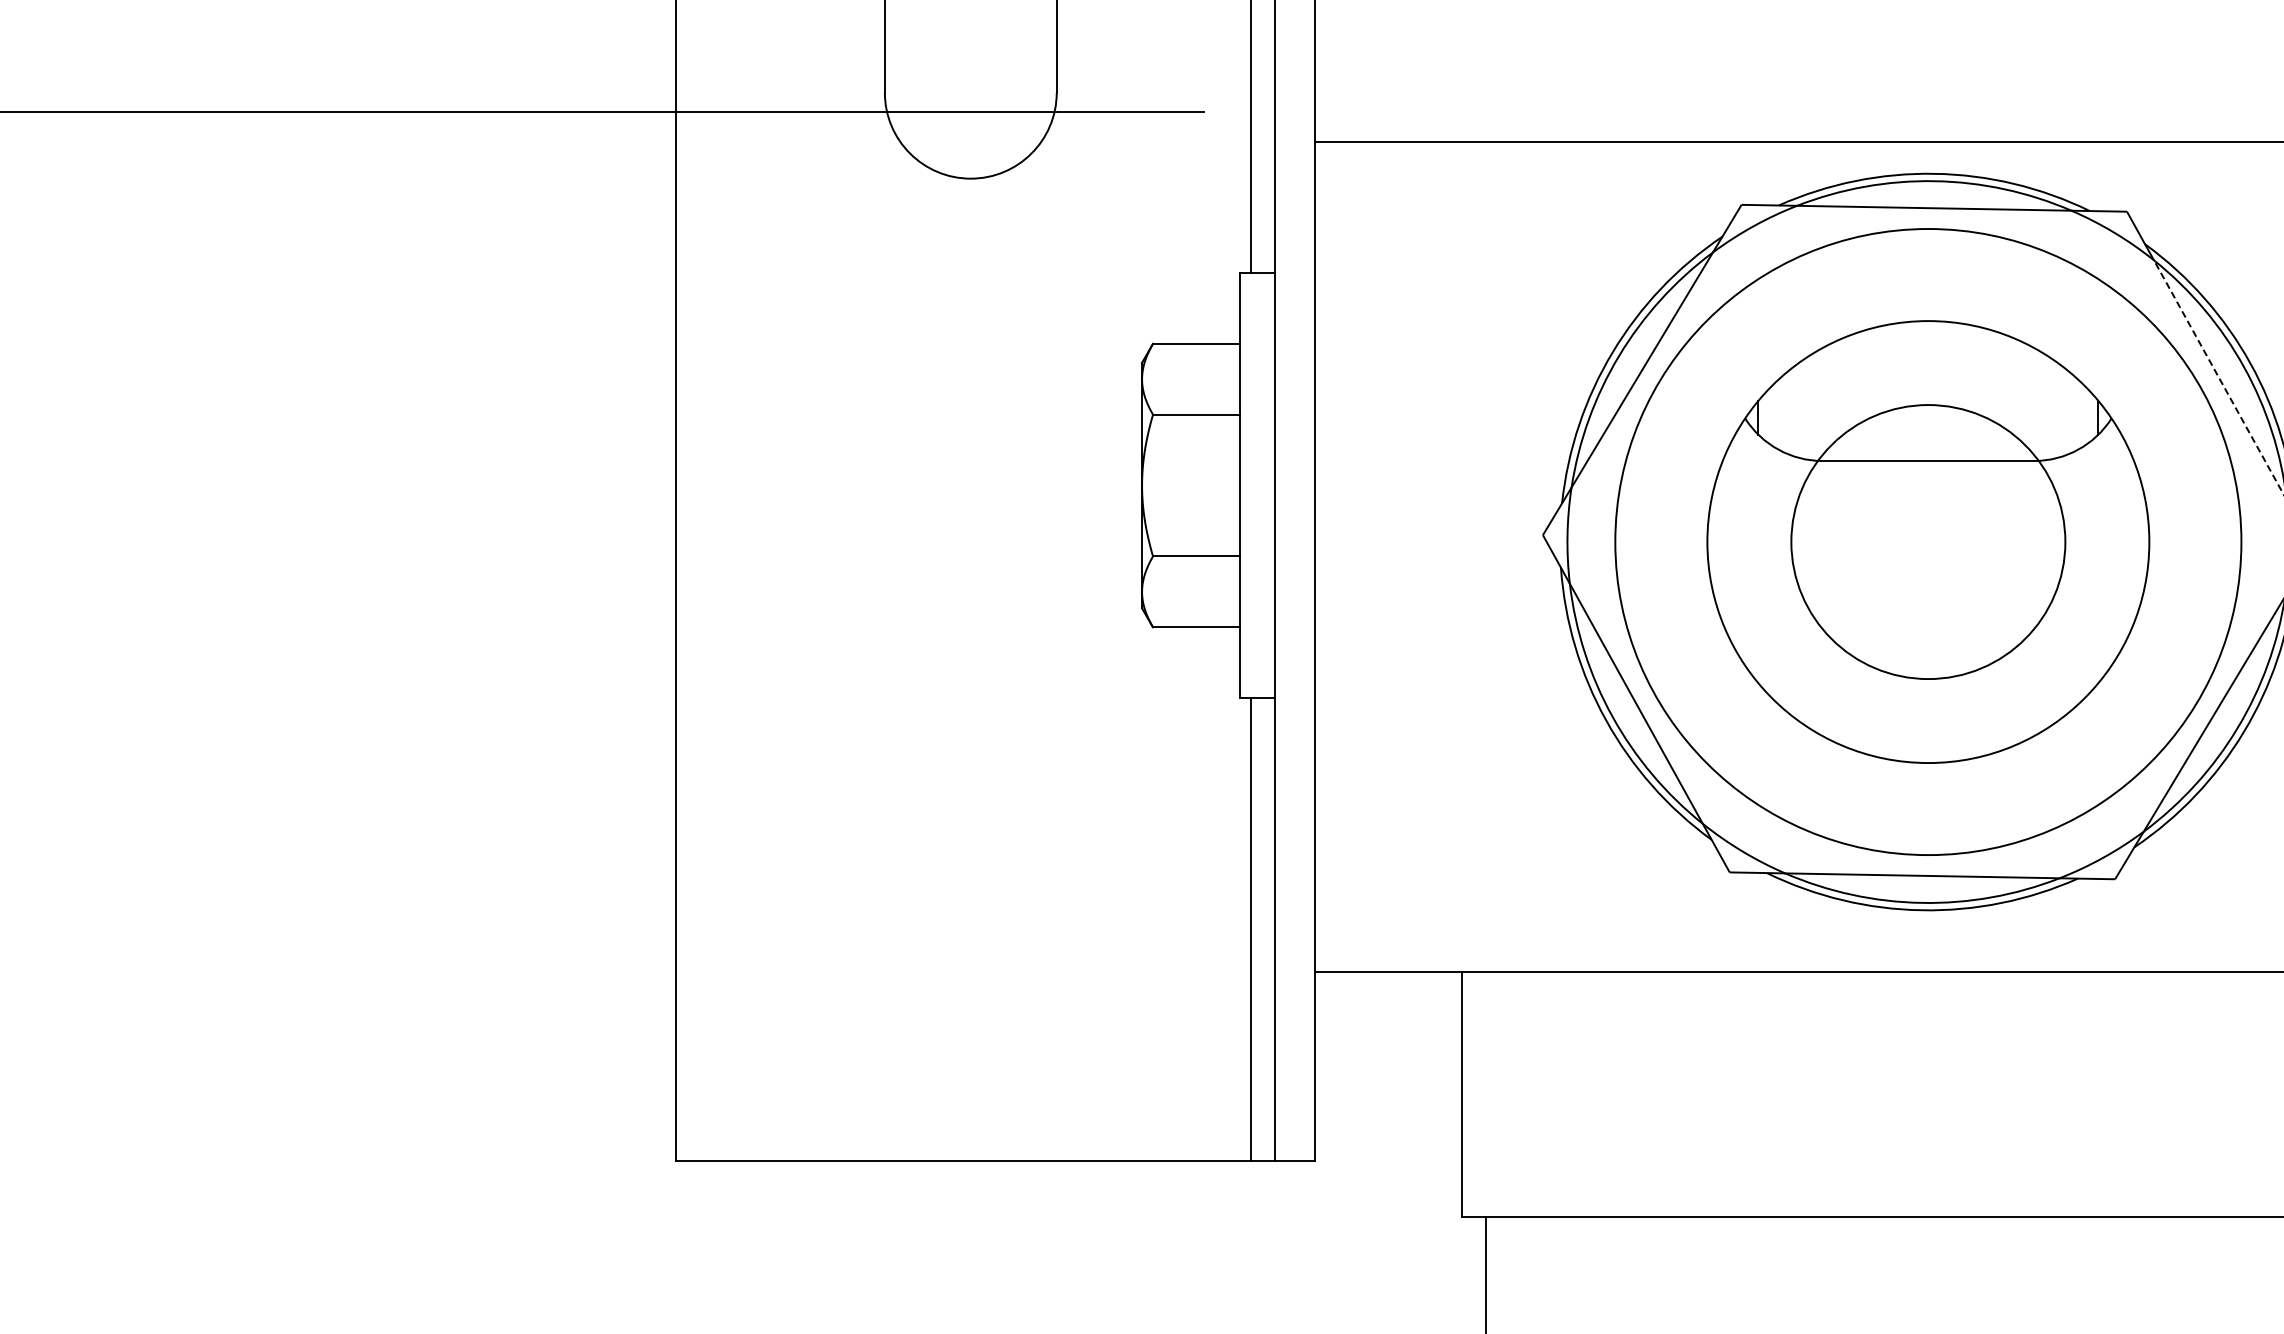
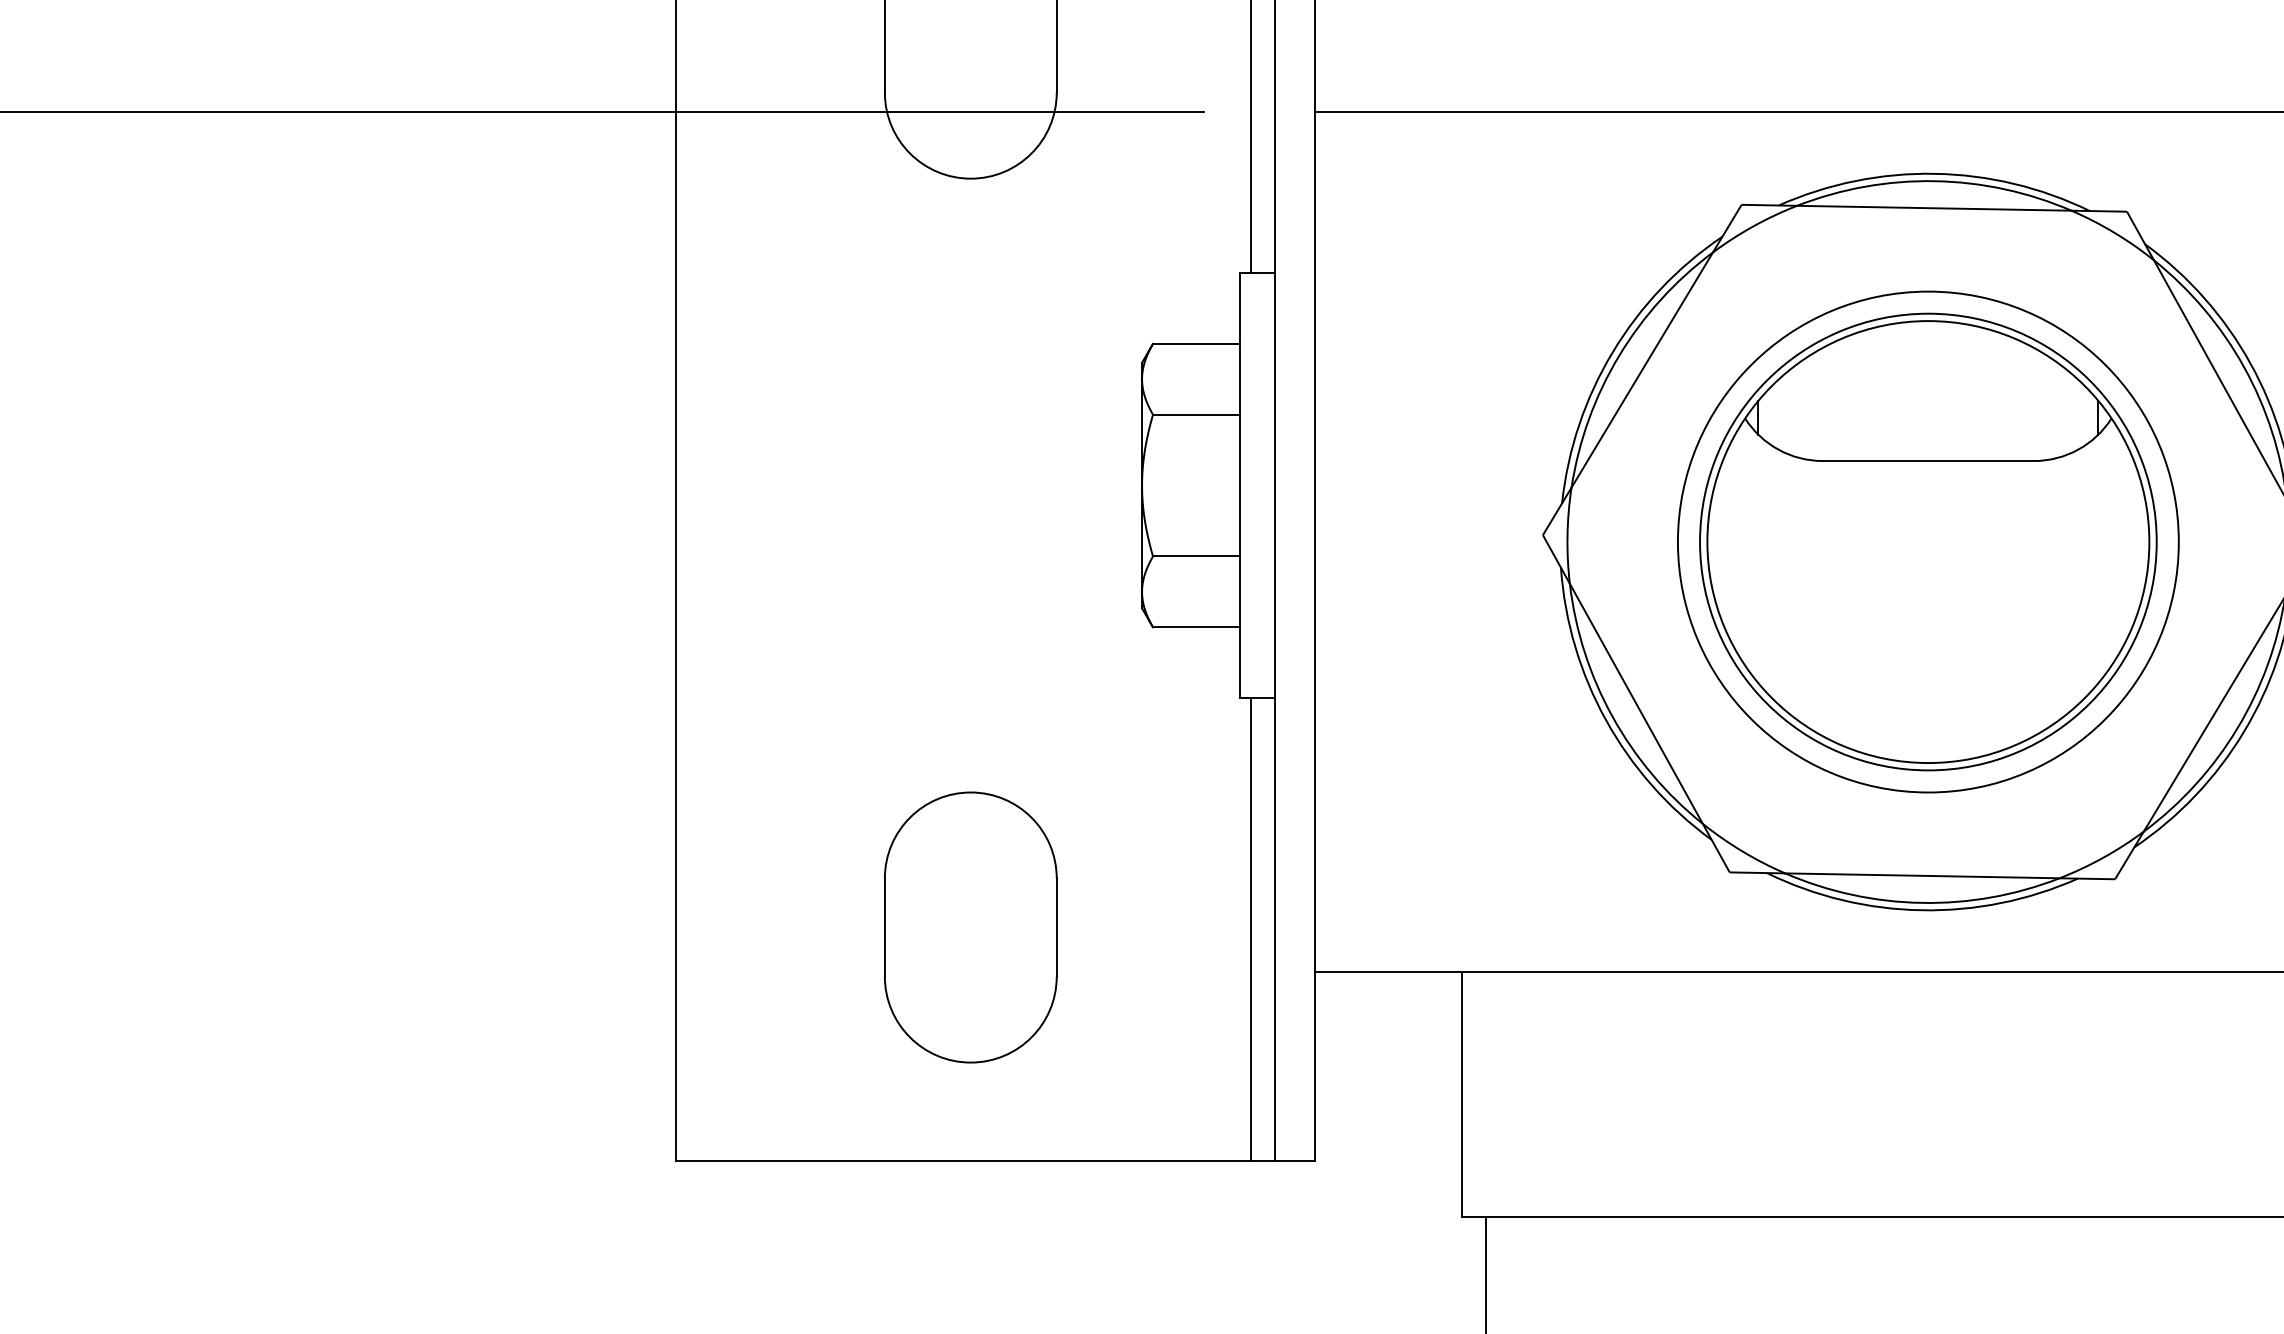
line at (1797, 142) position: (1797, 142) -> (1797, 112)
line at (2218, 377): dashed -> solid
circle at (1928, 542) diameter: 274 px -> 457 px
circle at (1928, 542) diameter: 626 px -> 501 px
part at (970, 927): none -> present
